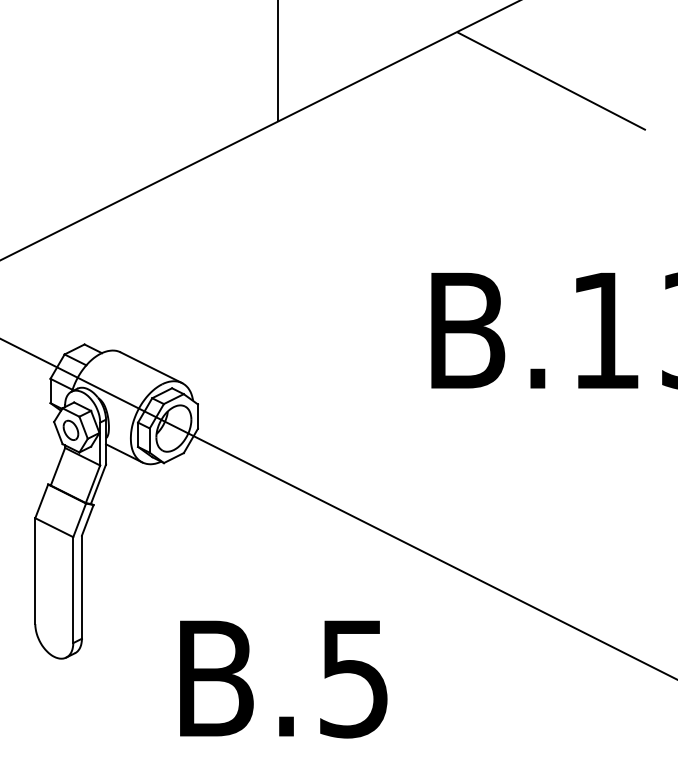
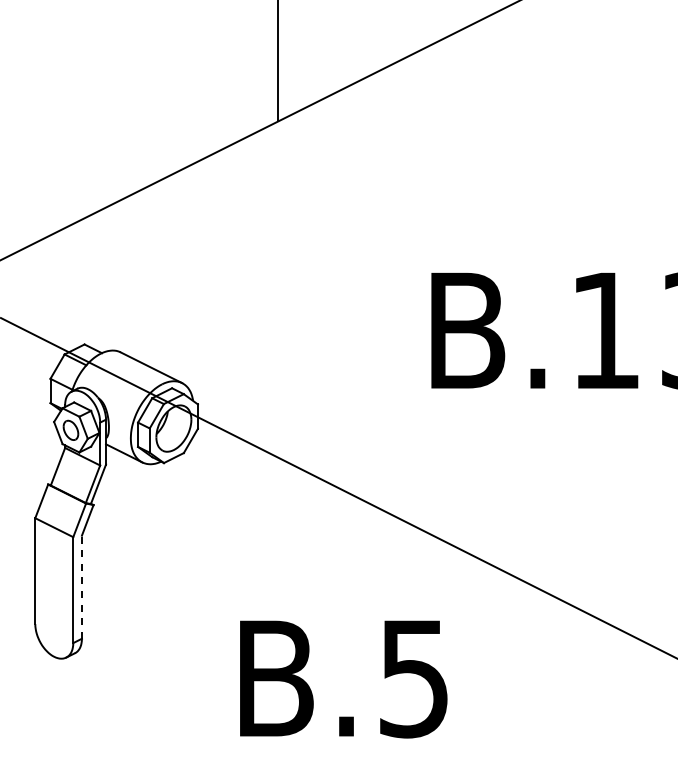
line at (551, 80): present -> none
line at (338, 508) position: (338, 508) -> (338, 487)
line at (81, 587): solid -> dashed
text at (283, 679) position: (283, 679) -> (343, 679)
